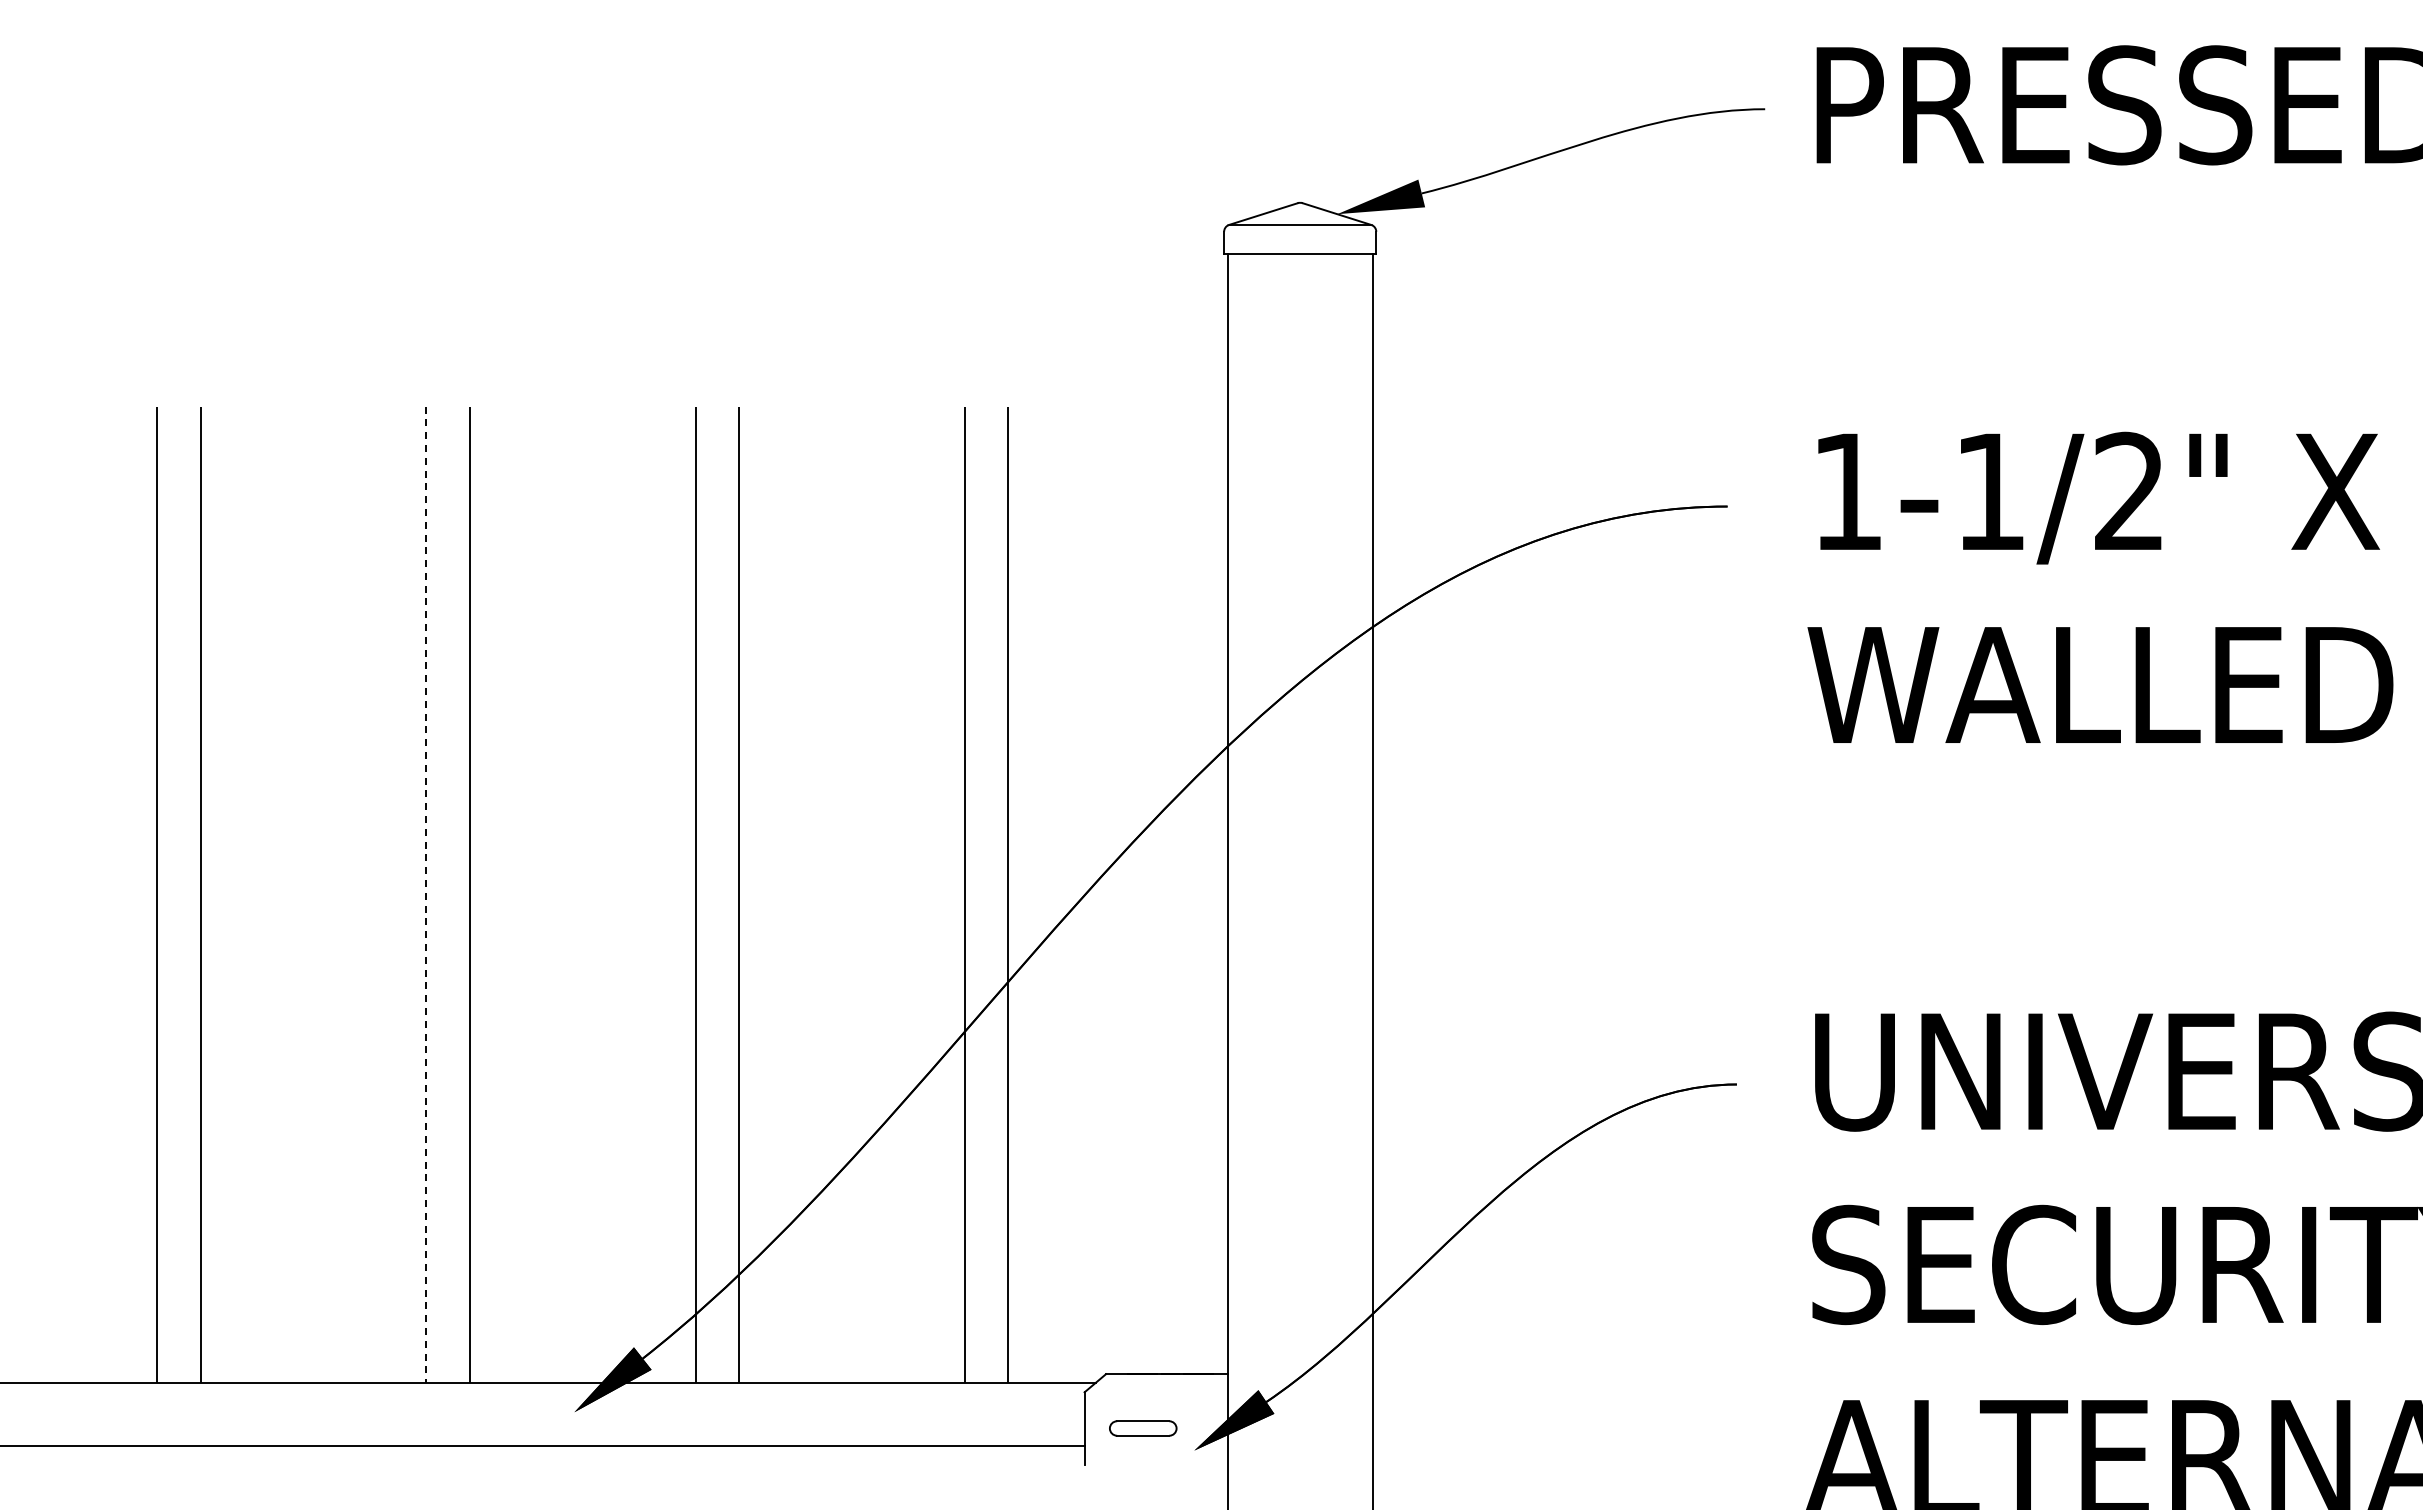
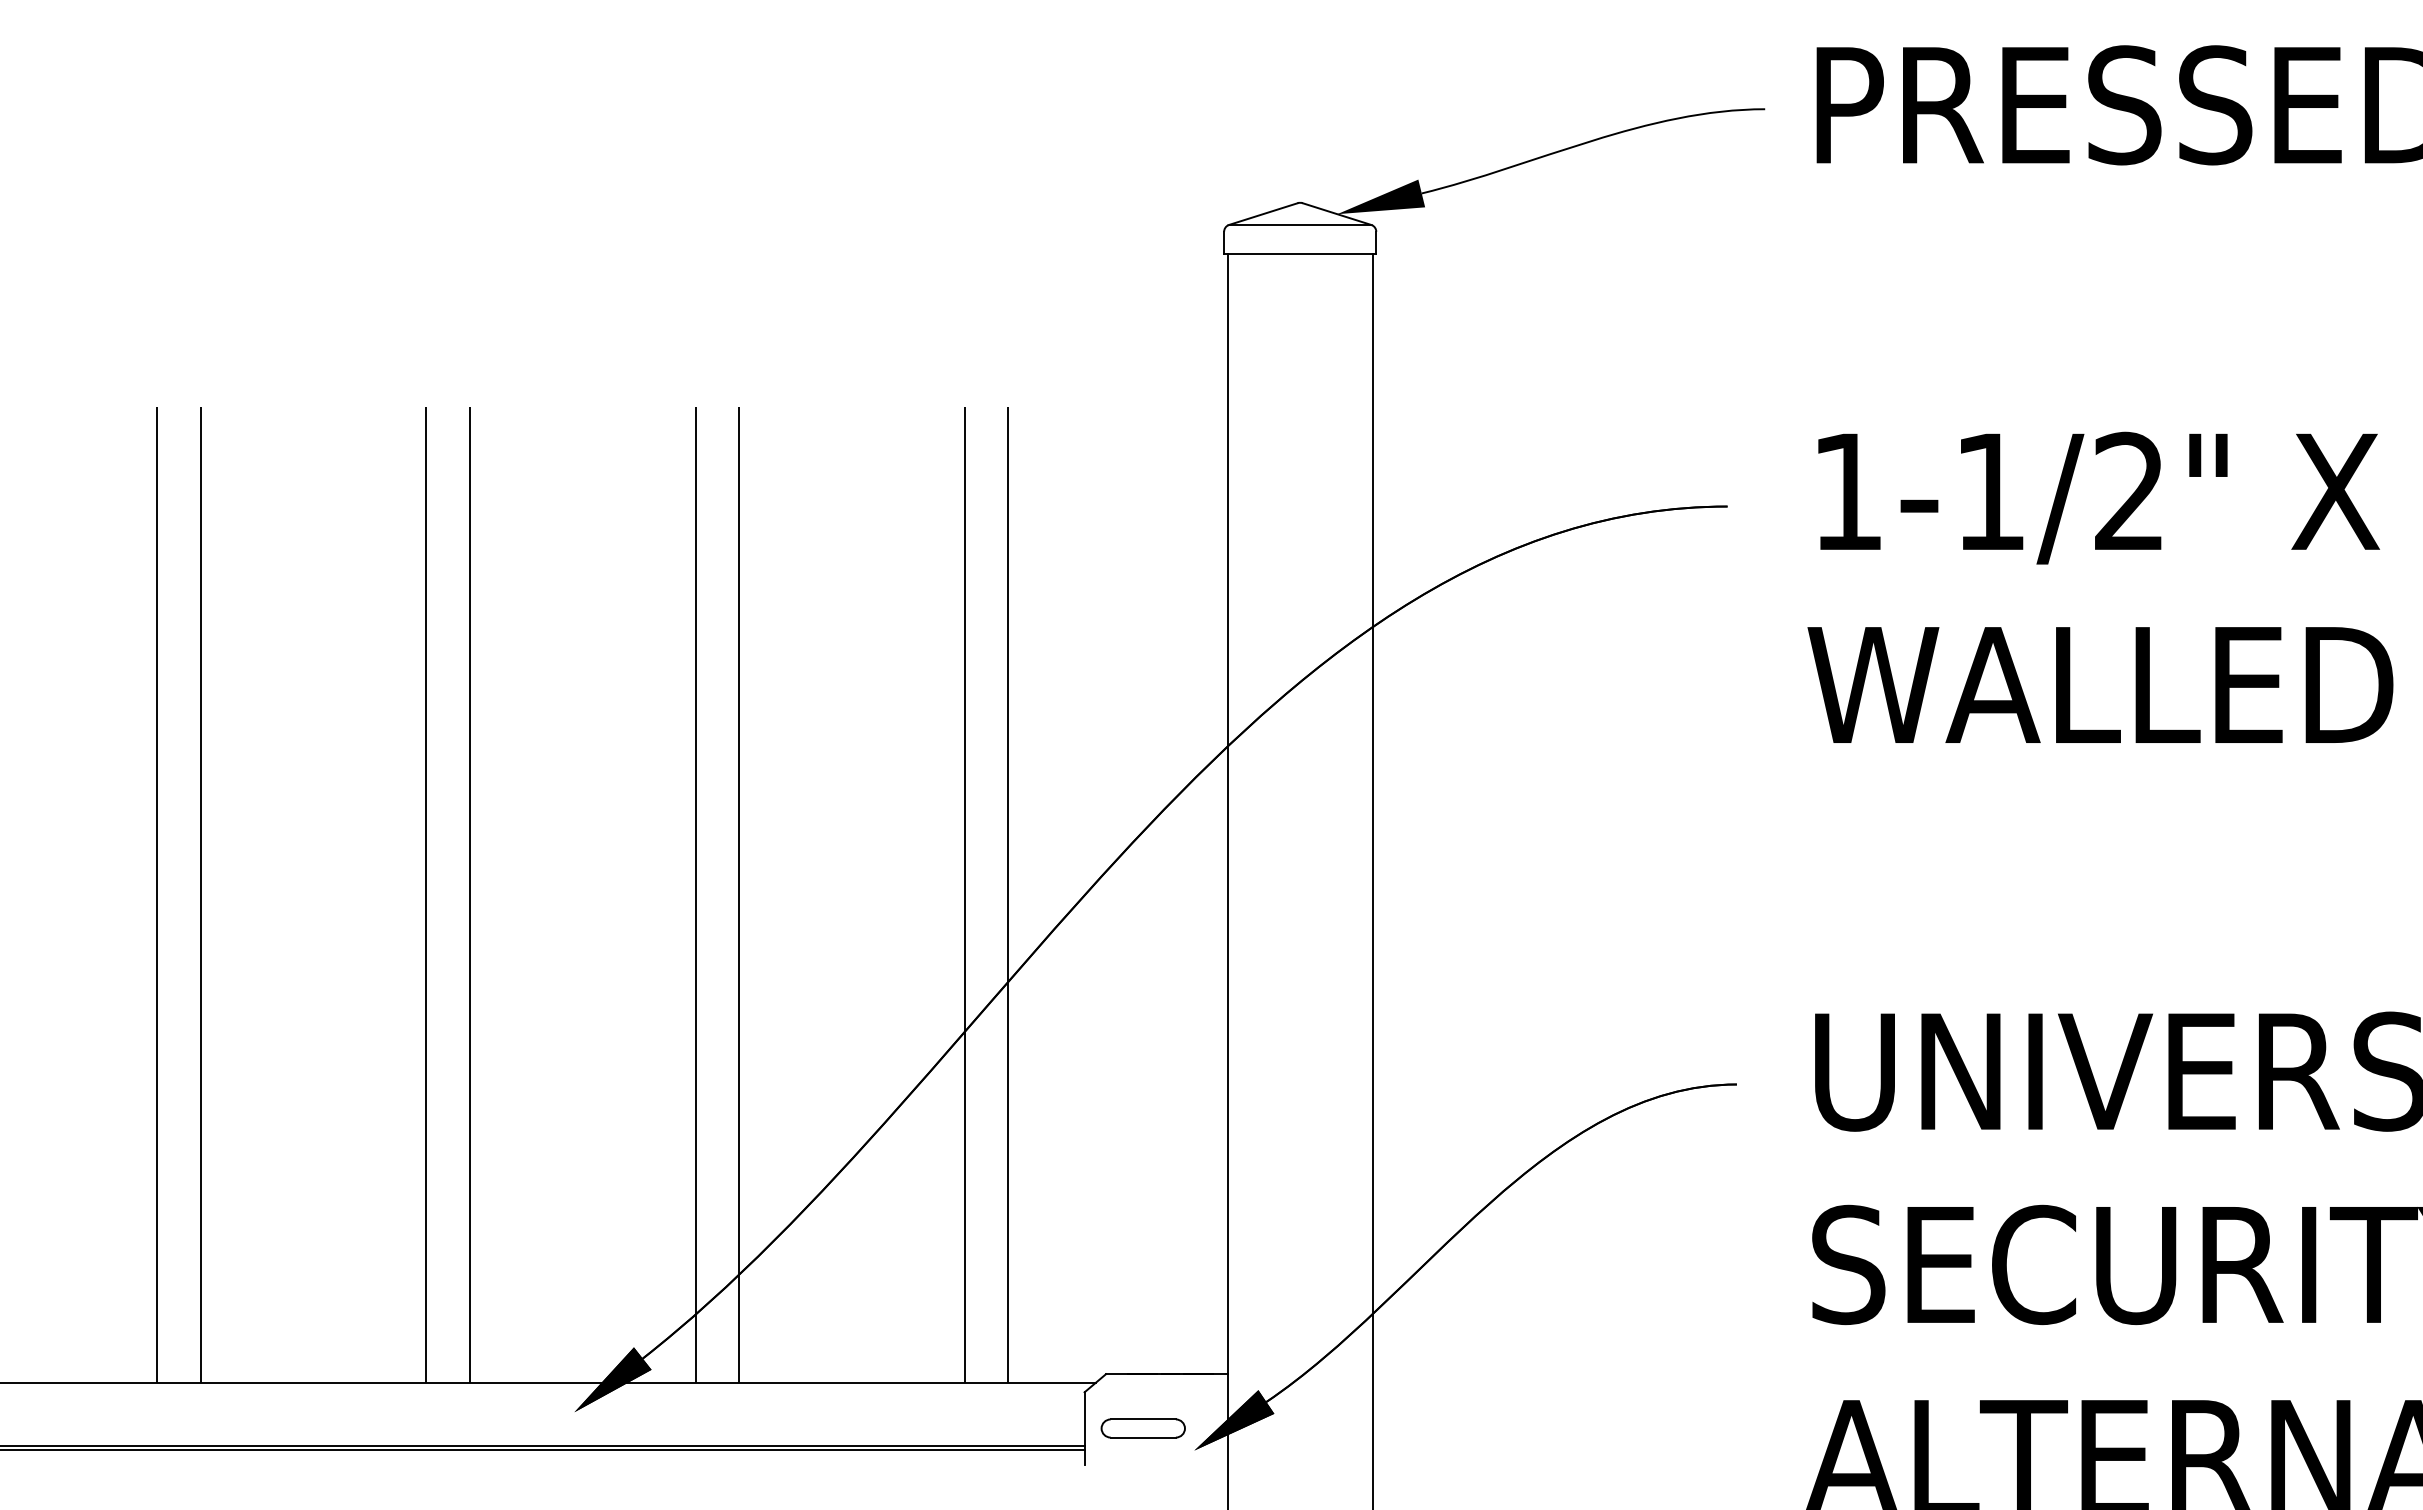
line at (426, 895): dashed -> solid
part at (1143, 1428) size: 69x17 px -> 86x21 px
line at (543, 1449): none -> present
